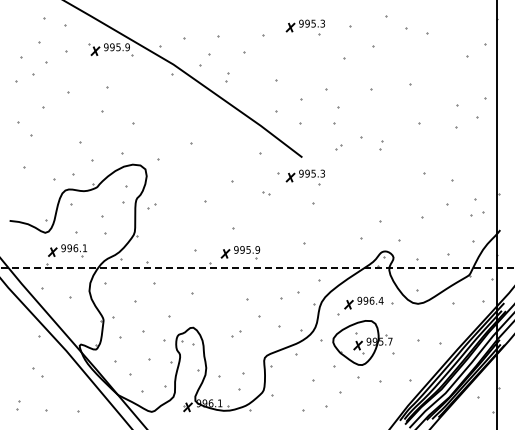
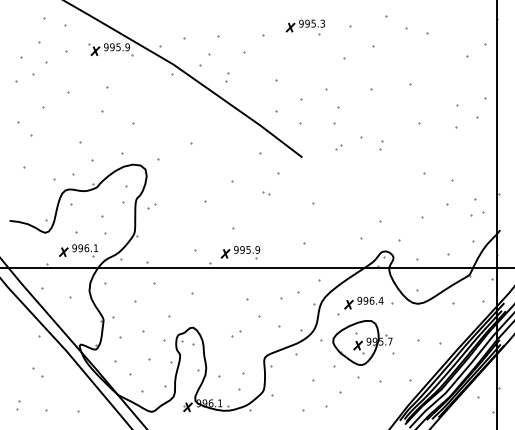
part at (304, 177): present -> none
part at (67, 250) position: (67, 250) -> (78, 250)
line at (257, 268): dashed -> solid
